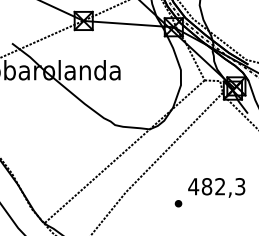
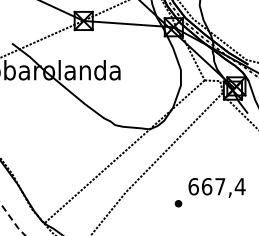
text at (216, 186): 482,3 -> 667,4
line at (12, 220): solid -> dashed
